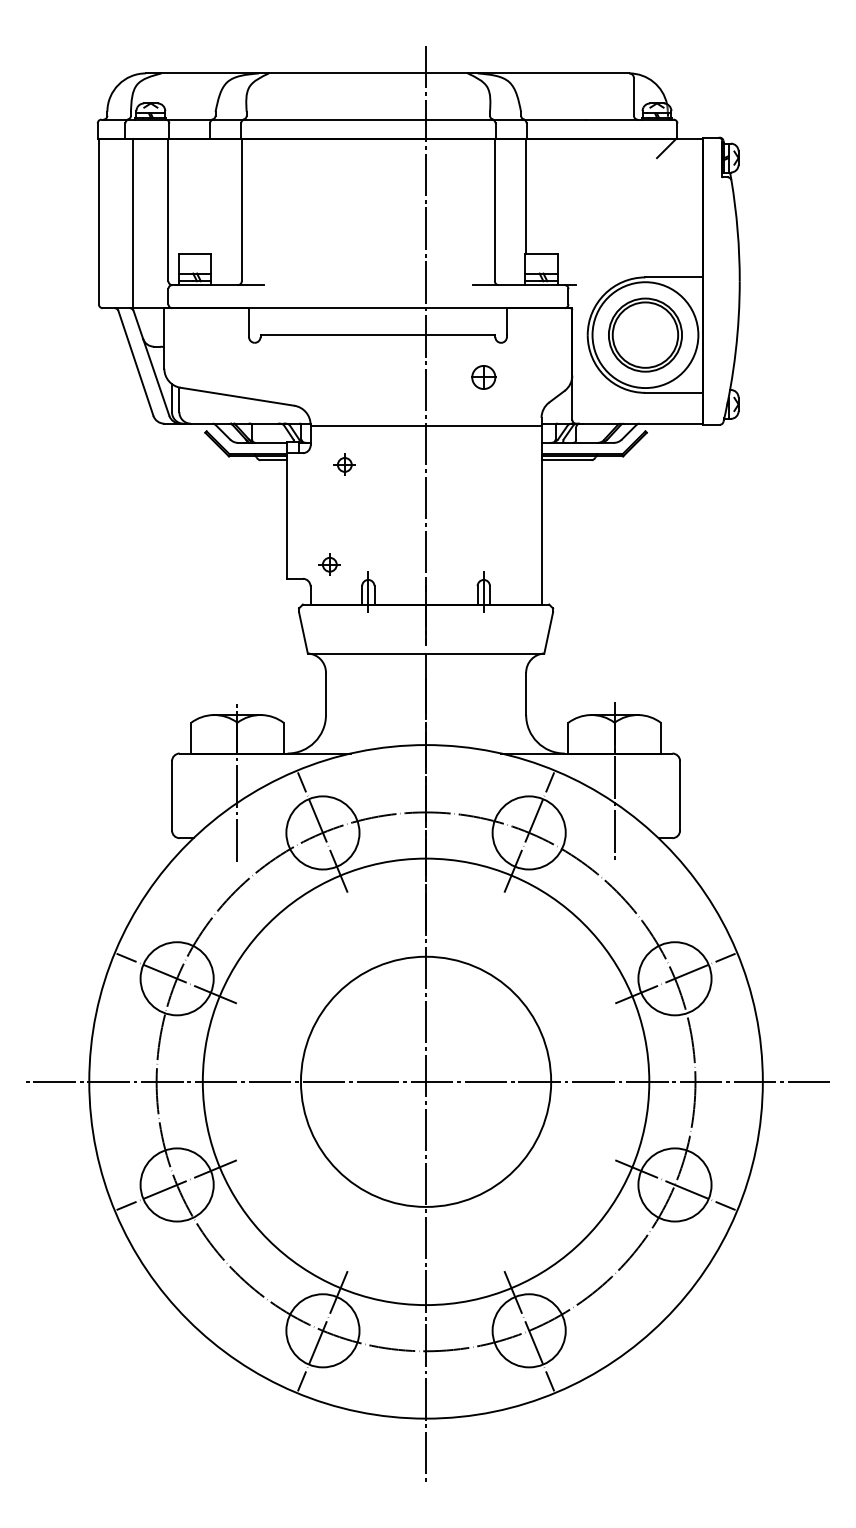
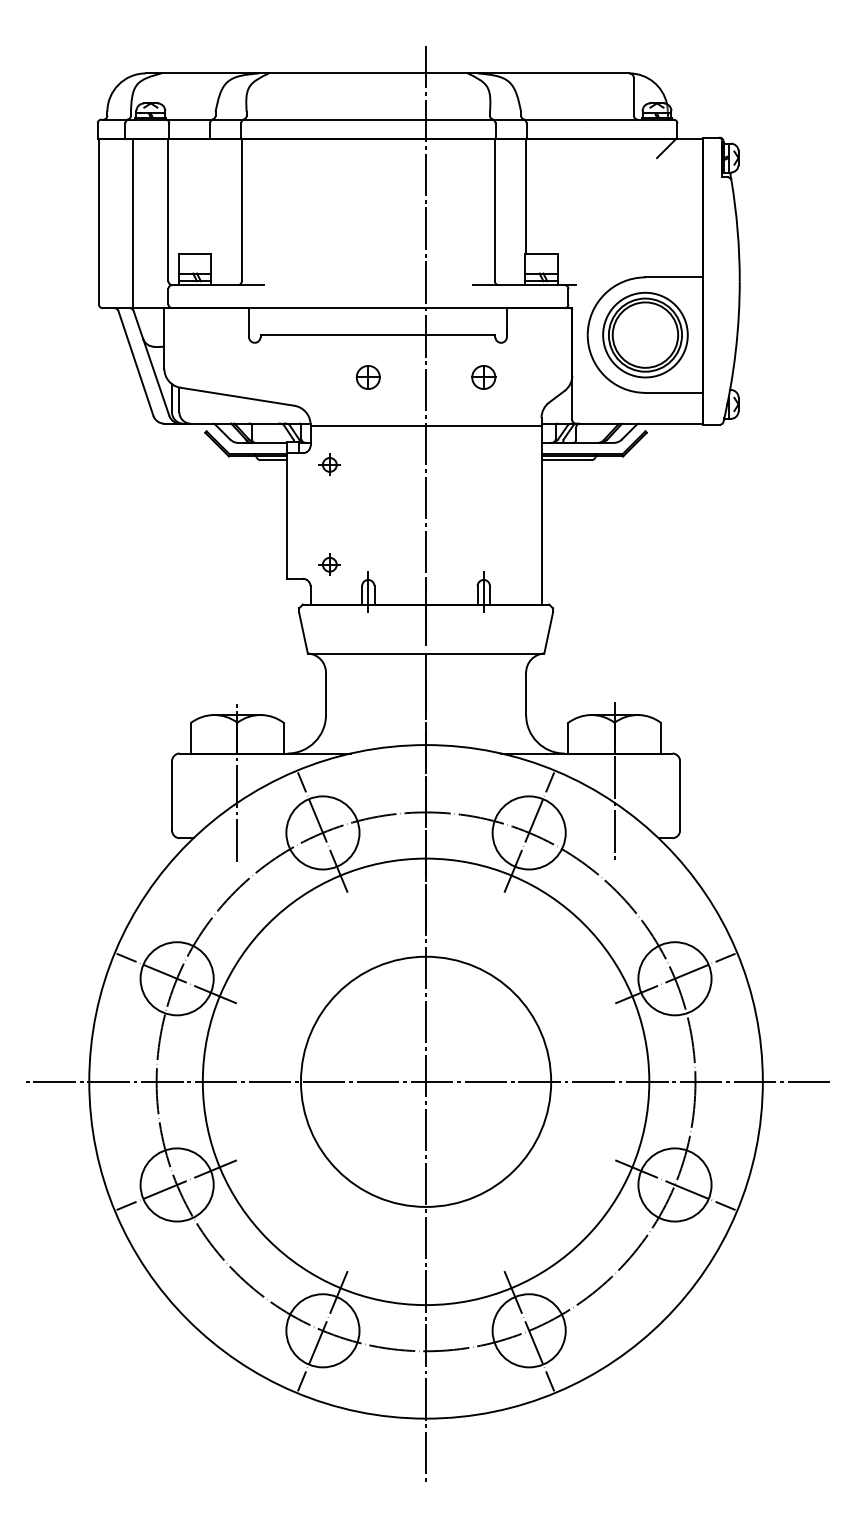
circle at (645, 335) diameter: 106 px -> 85 px
part at (367, 377): none -> present
part at (344, 464) position: (344, 464) -> (329, 464)
